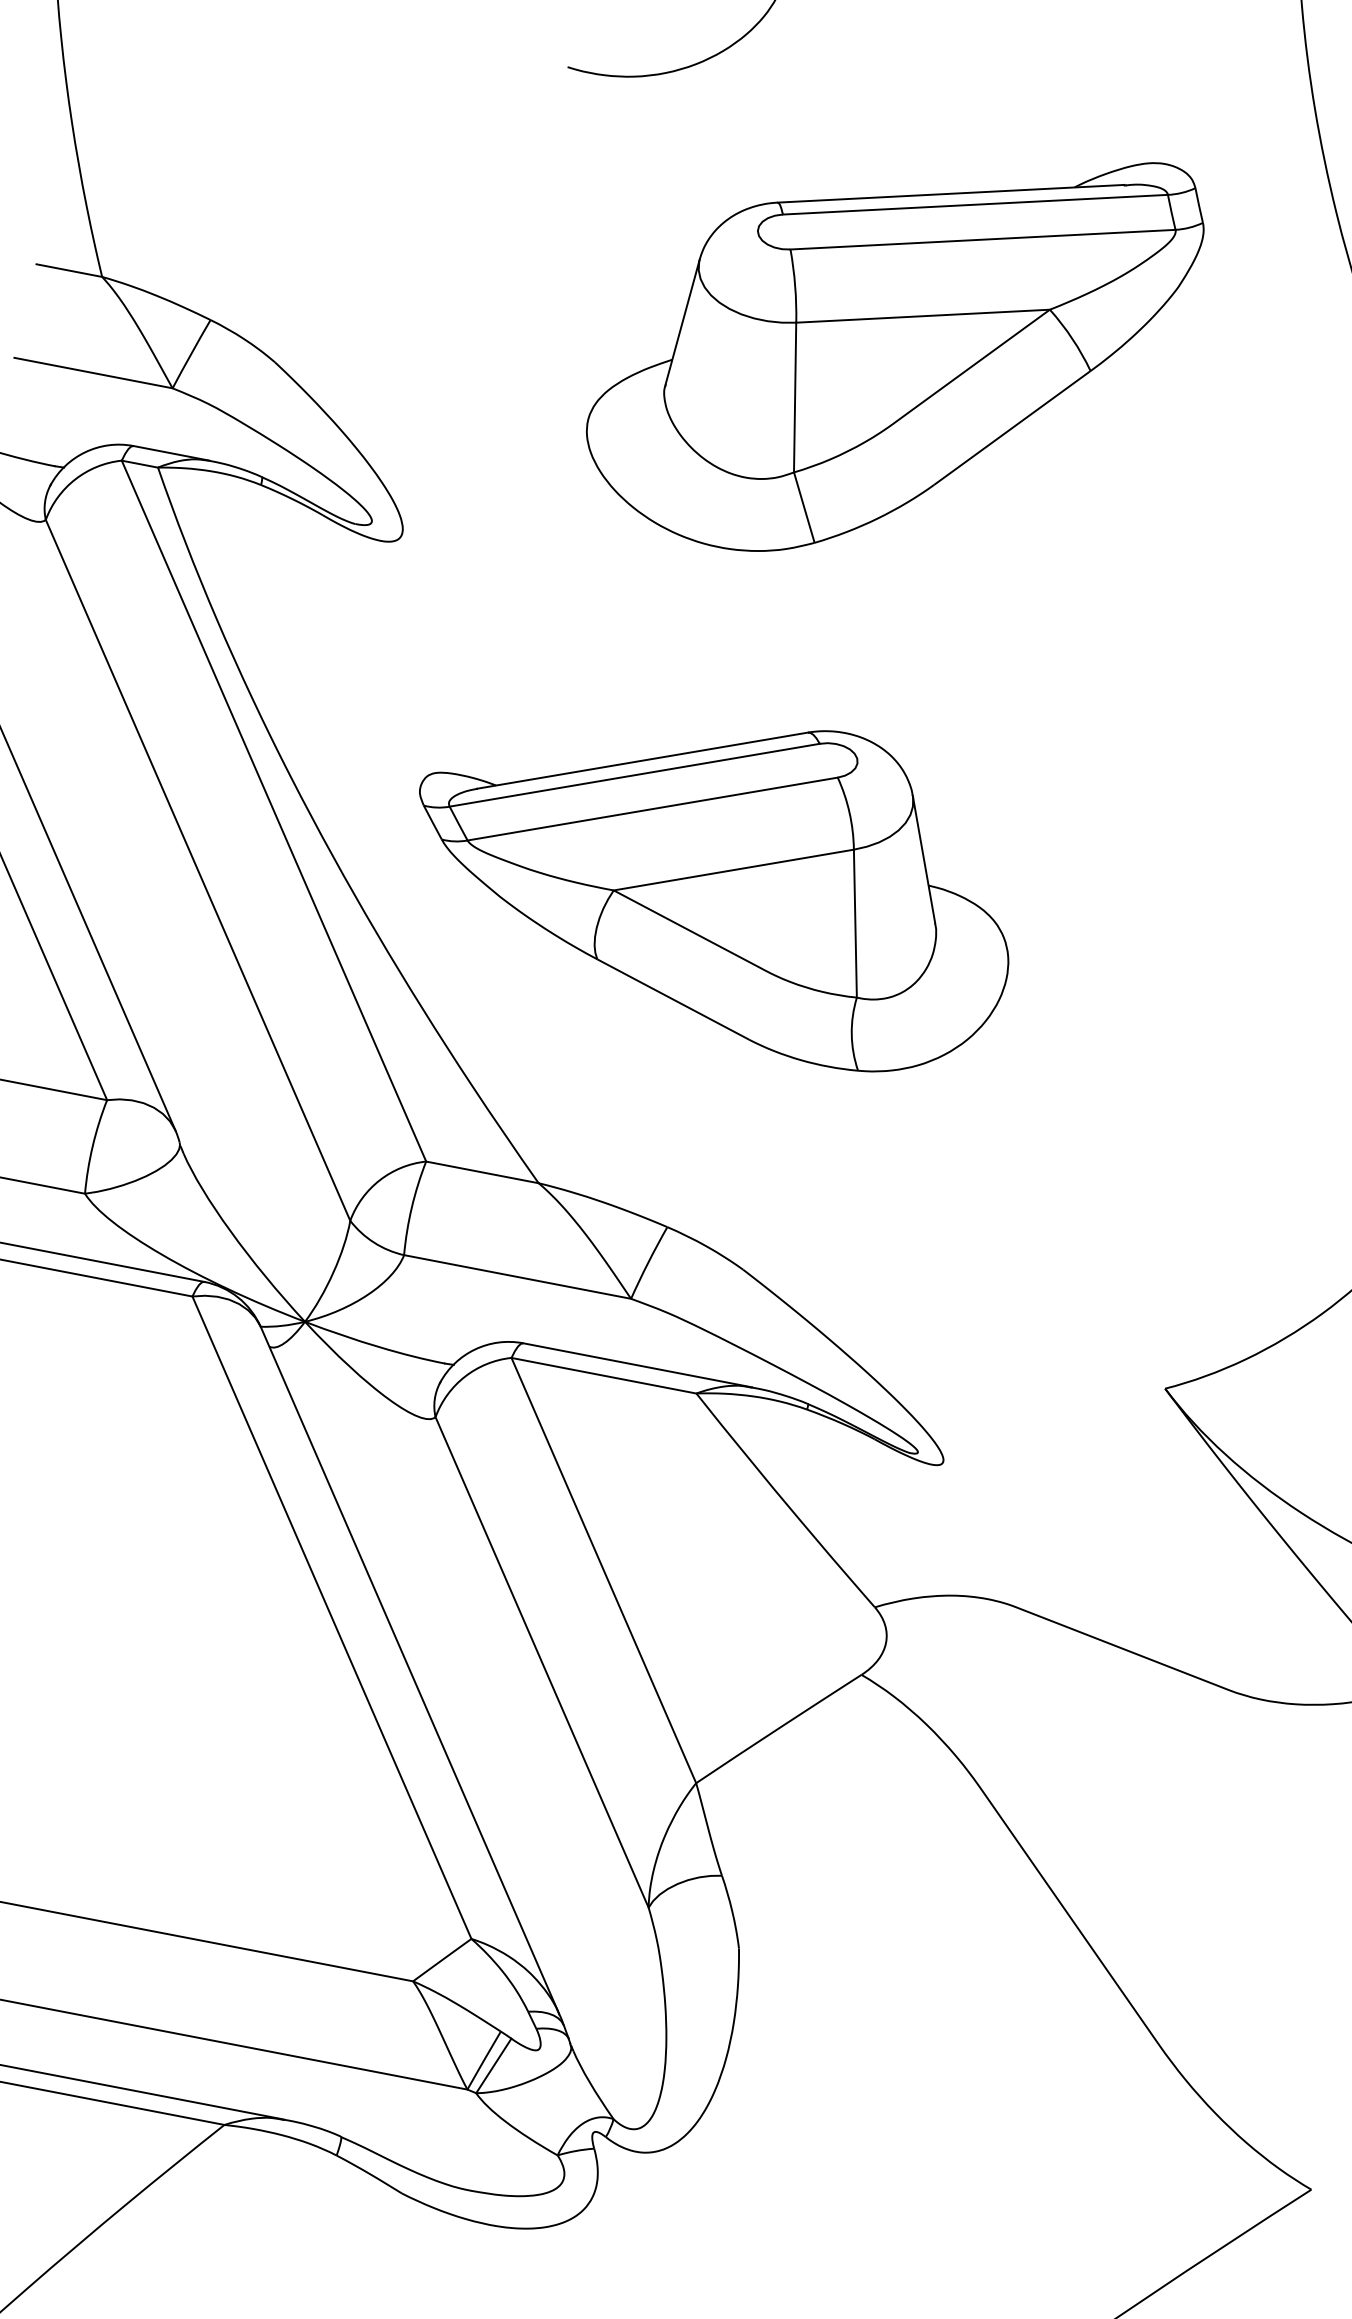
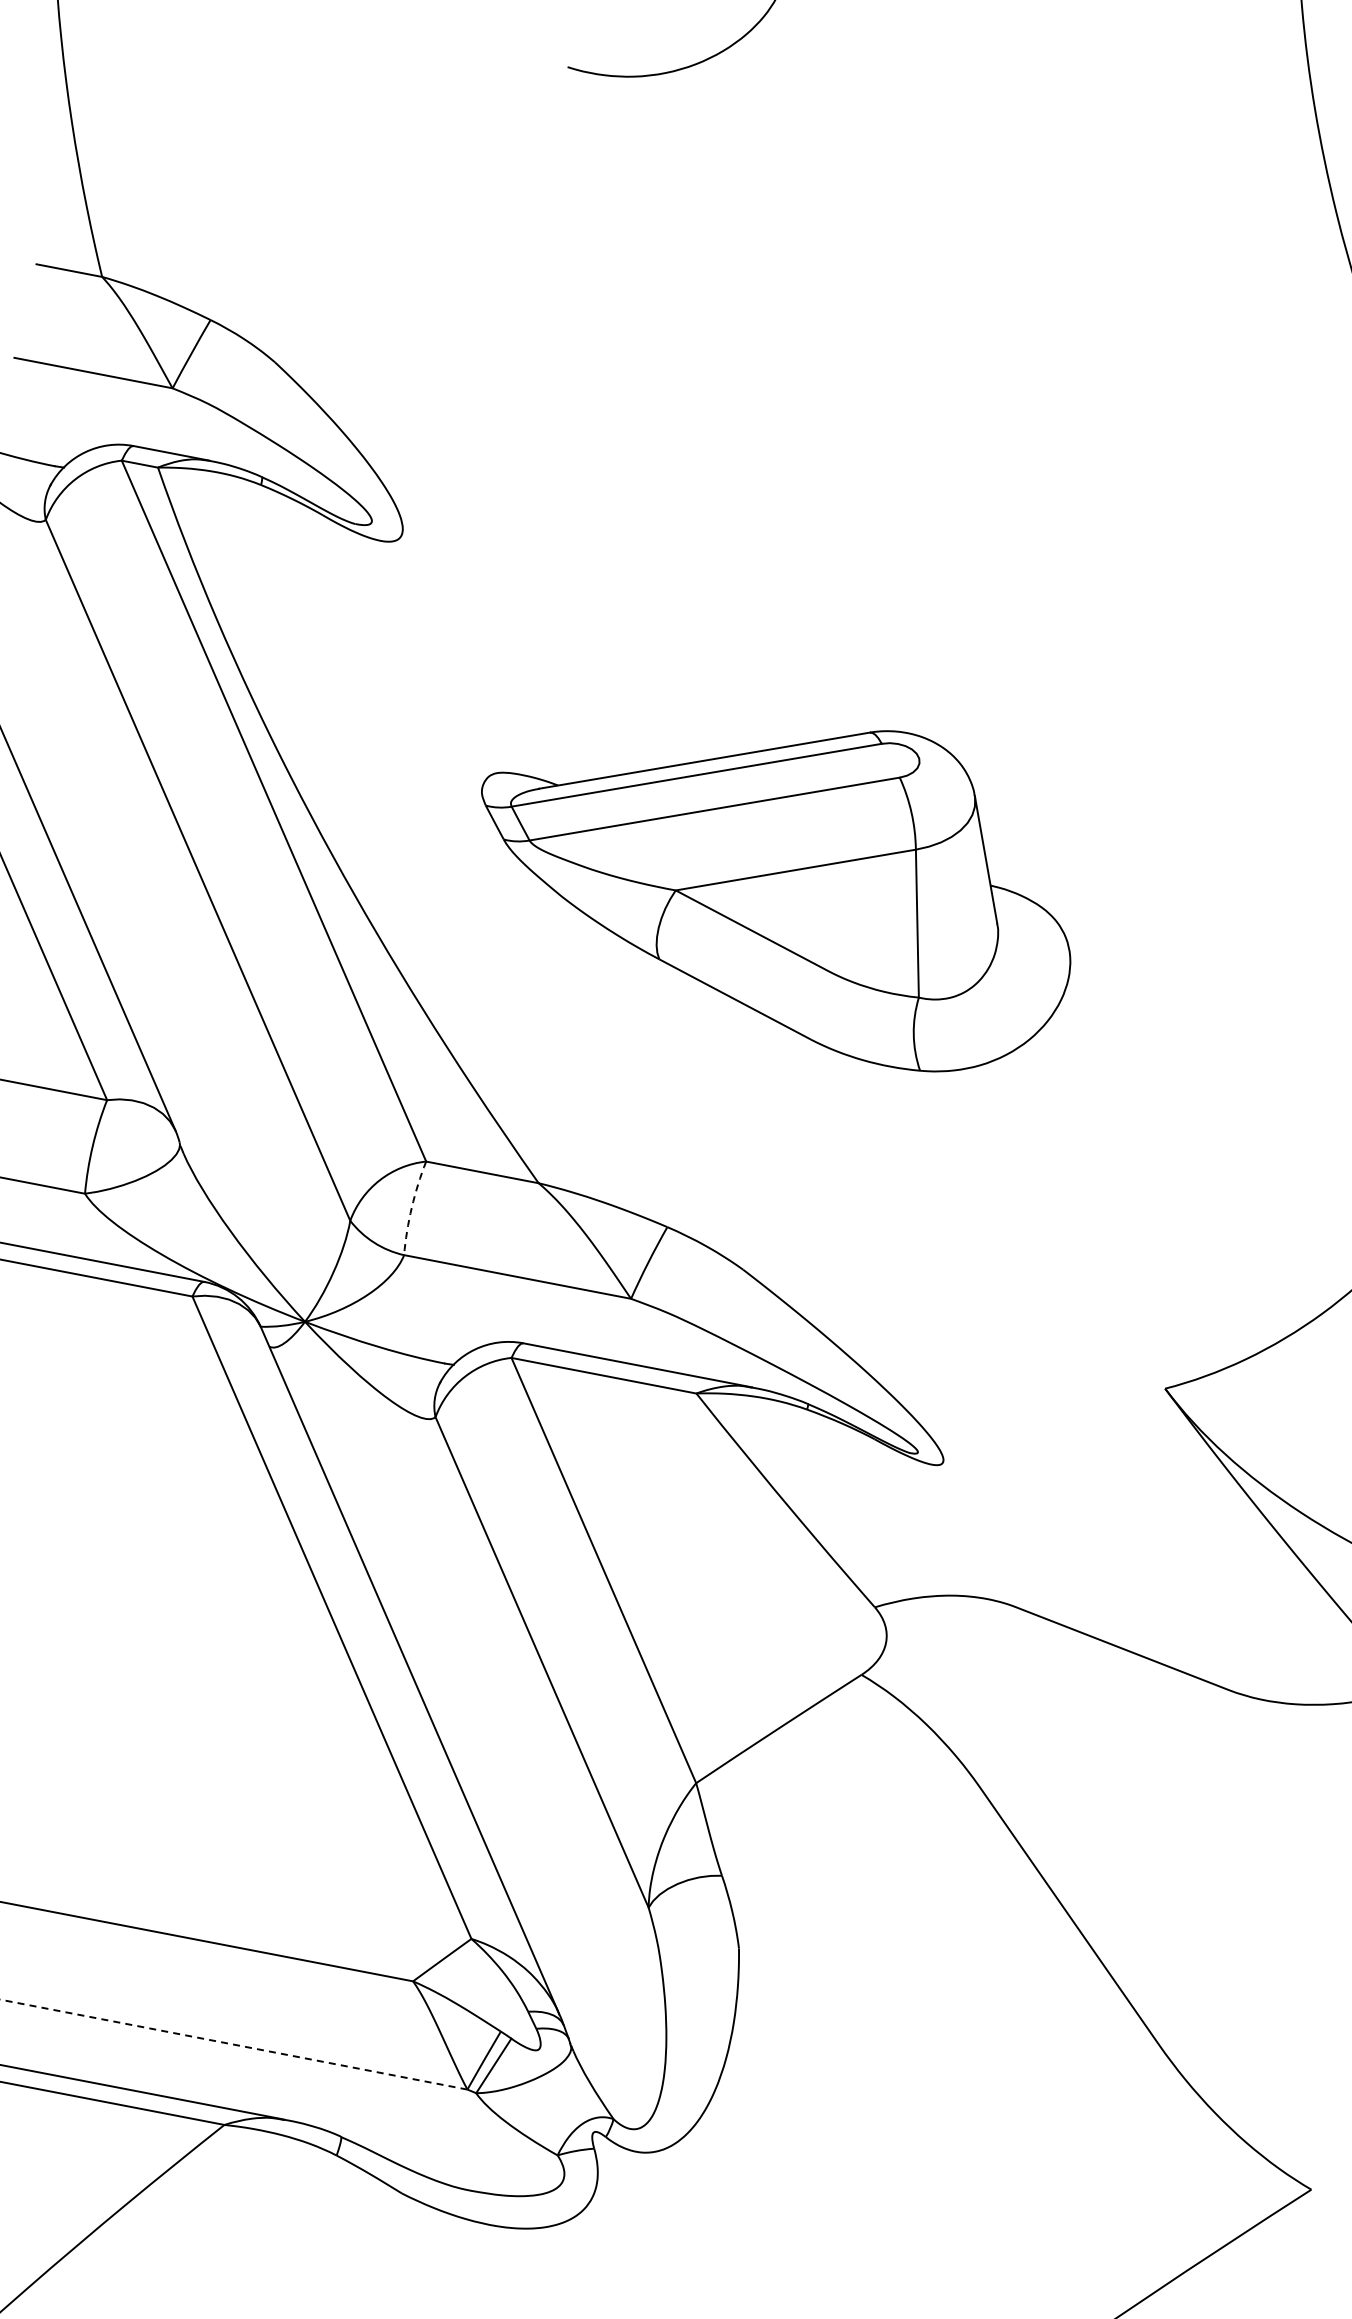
part at (895, 356): present -> none
part at (714, 901) position: (714, 901) -> (776, 901)
arc at (411, 1207): solid -> dashed
line at (233, 2044): solid -> dashed
